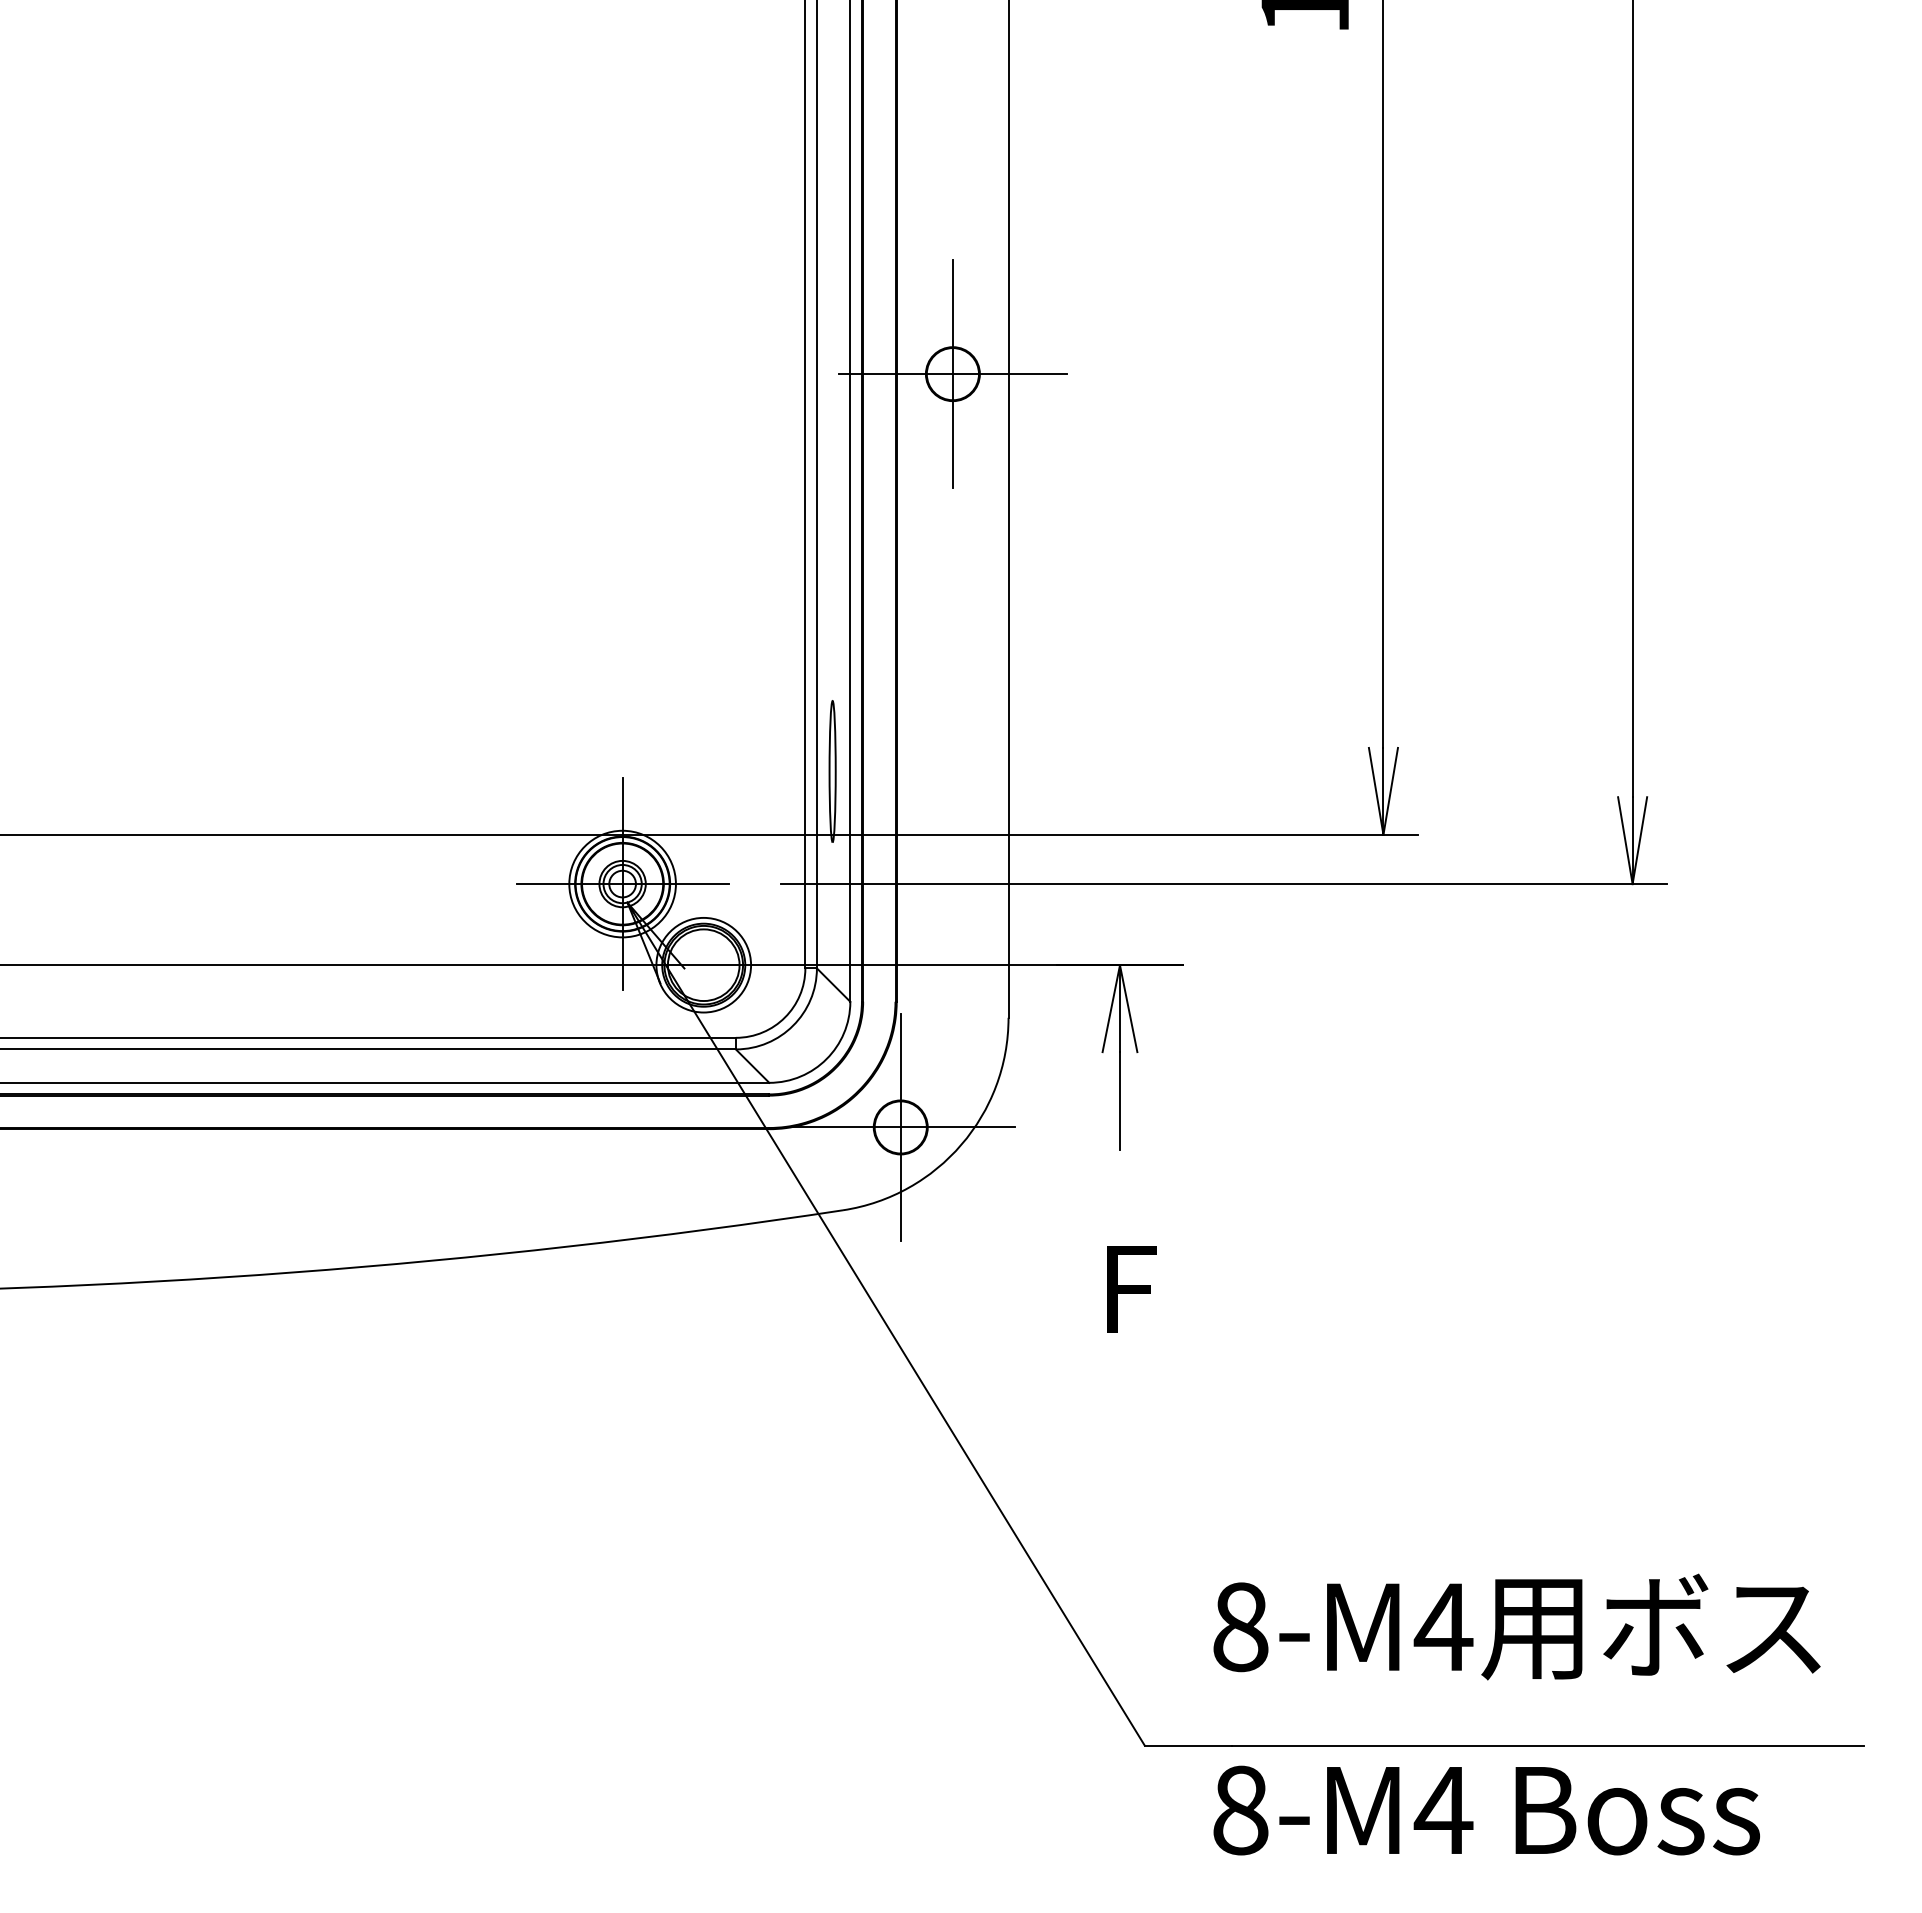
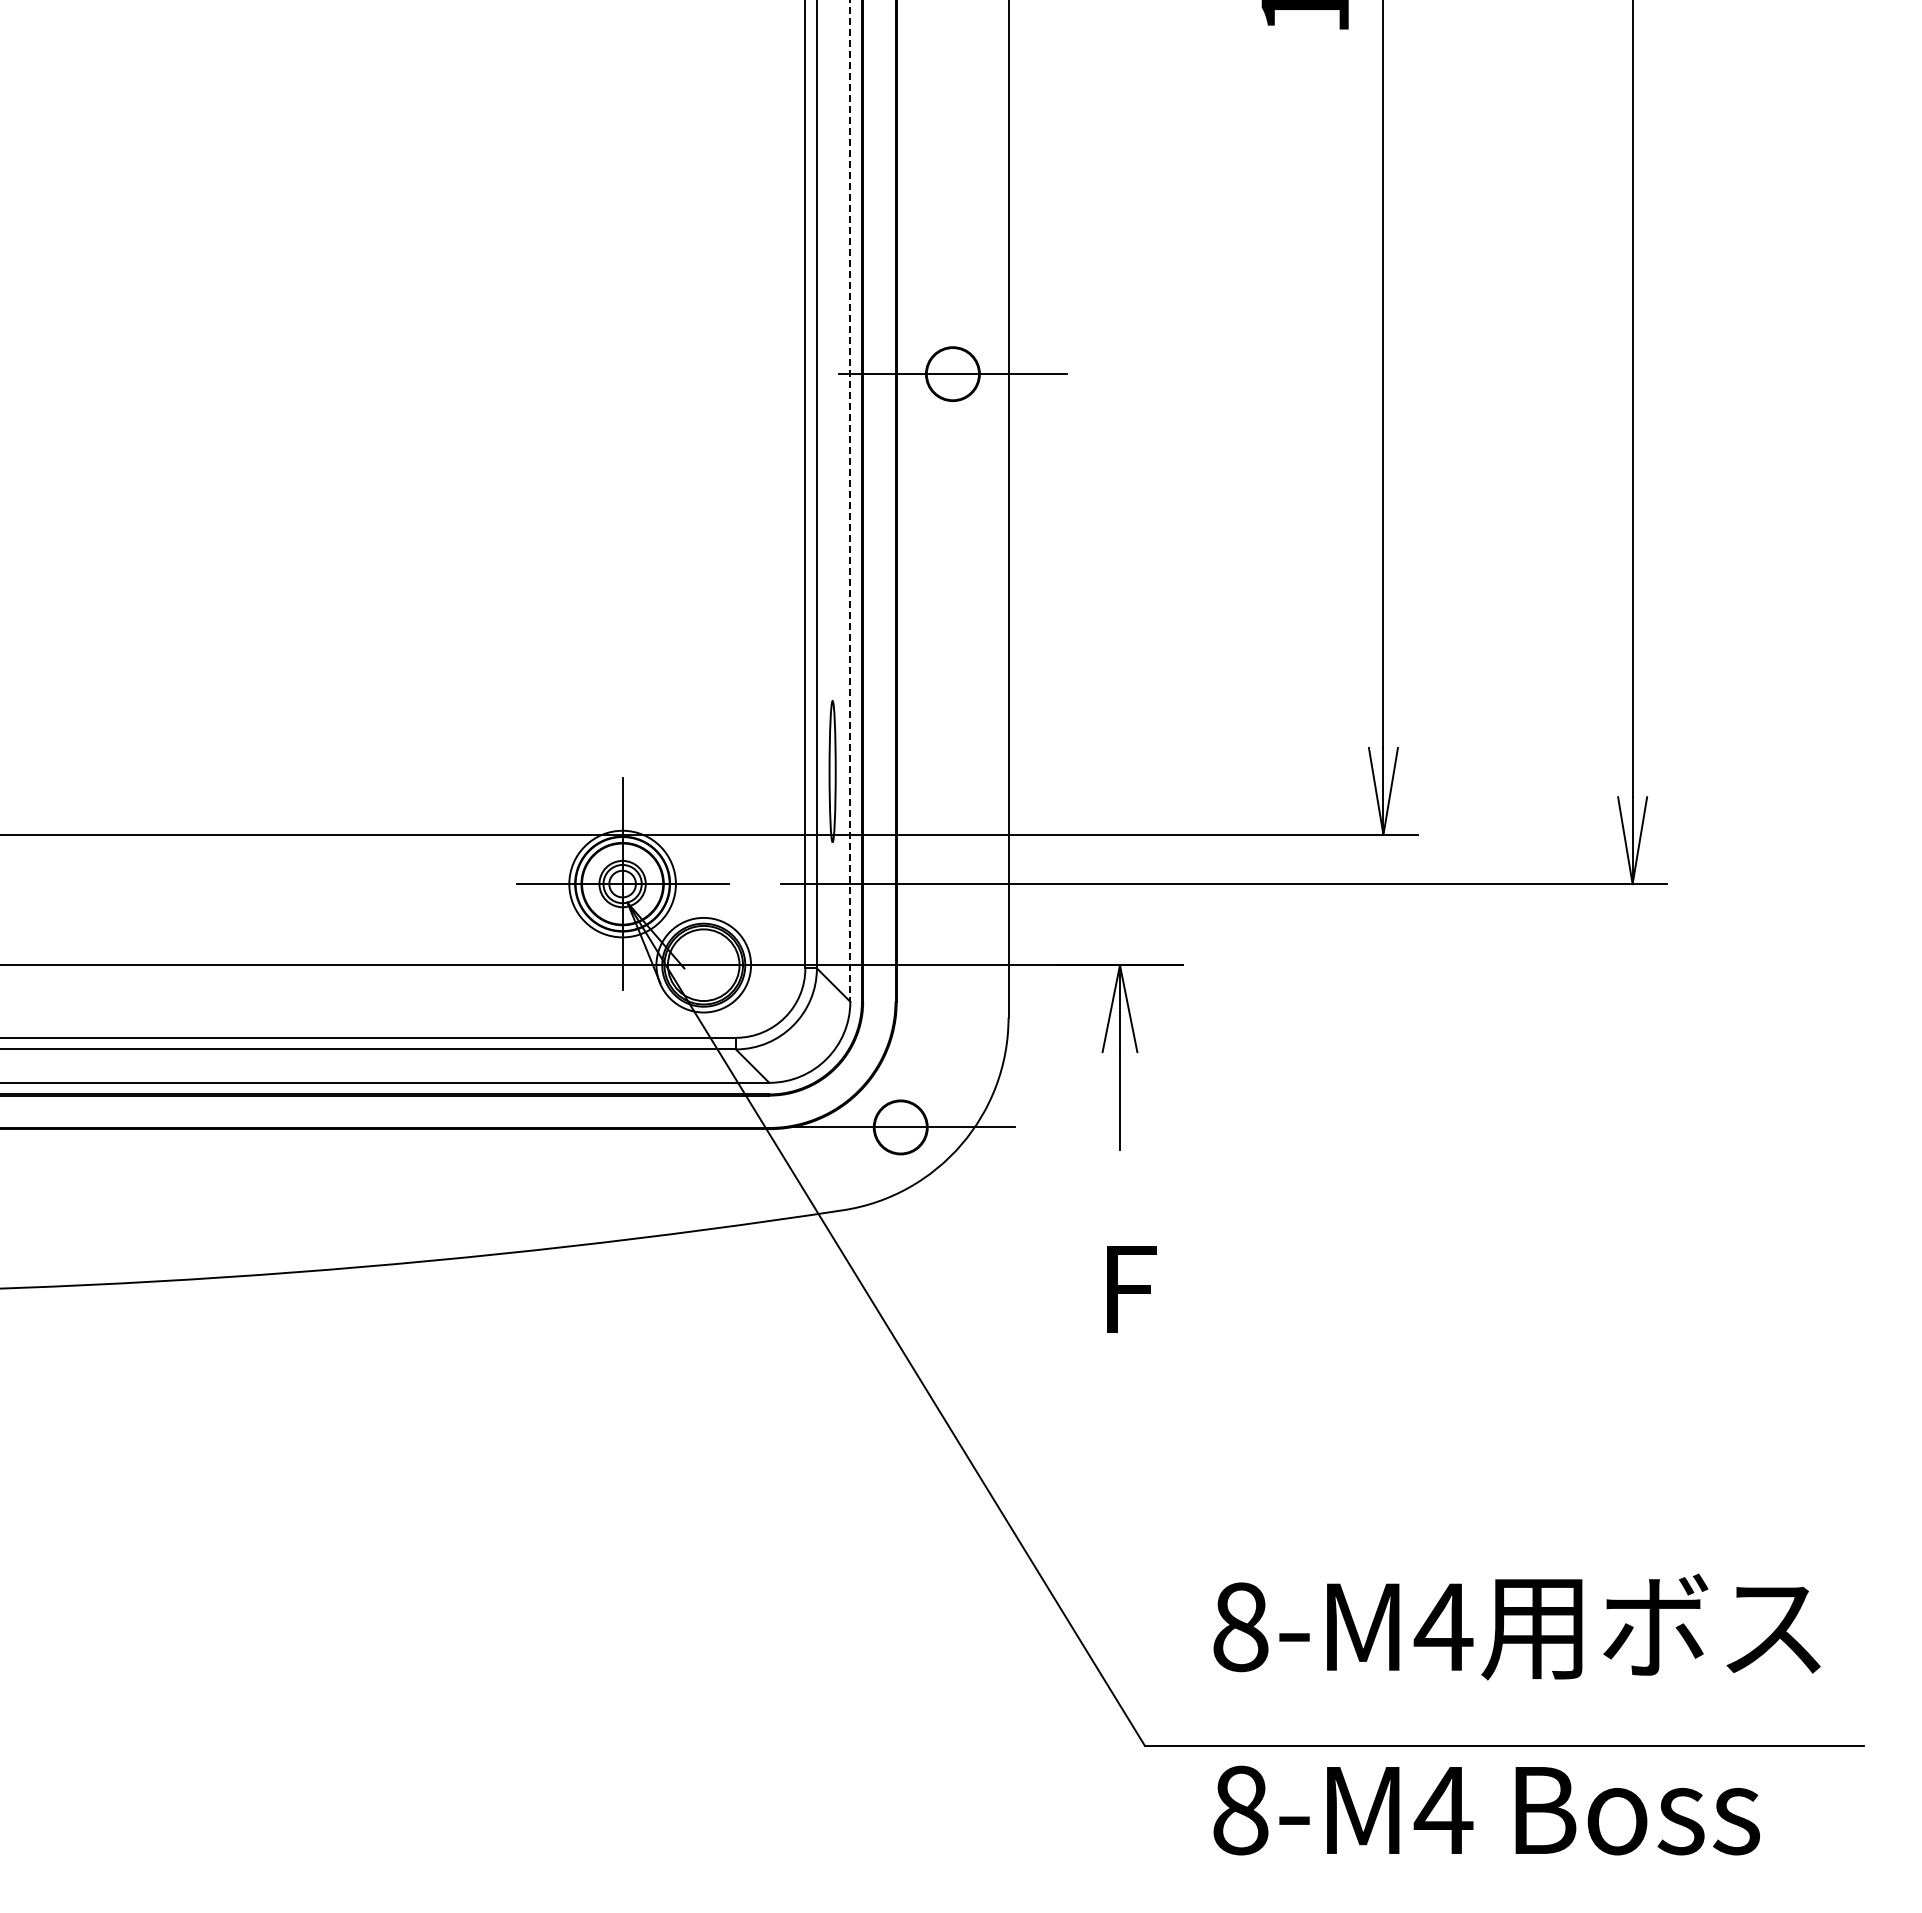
line at (952, 374): present -> none
line at (850, 500): solid -> dashed
line at (900, 1127): present -> none
